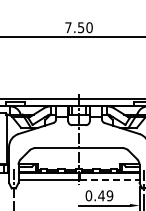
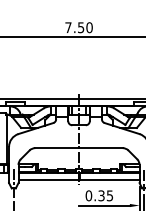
line at (109, 179): dashed -> solid
text at (105, 195): 0.49 -> 0.35
